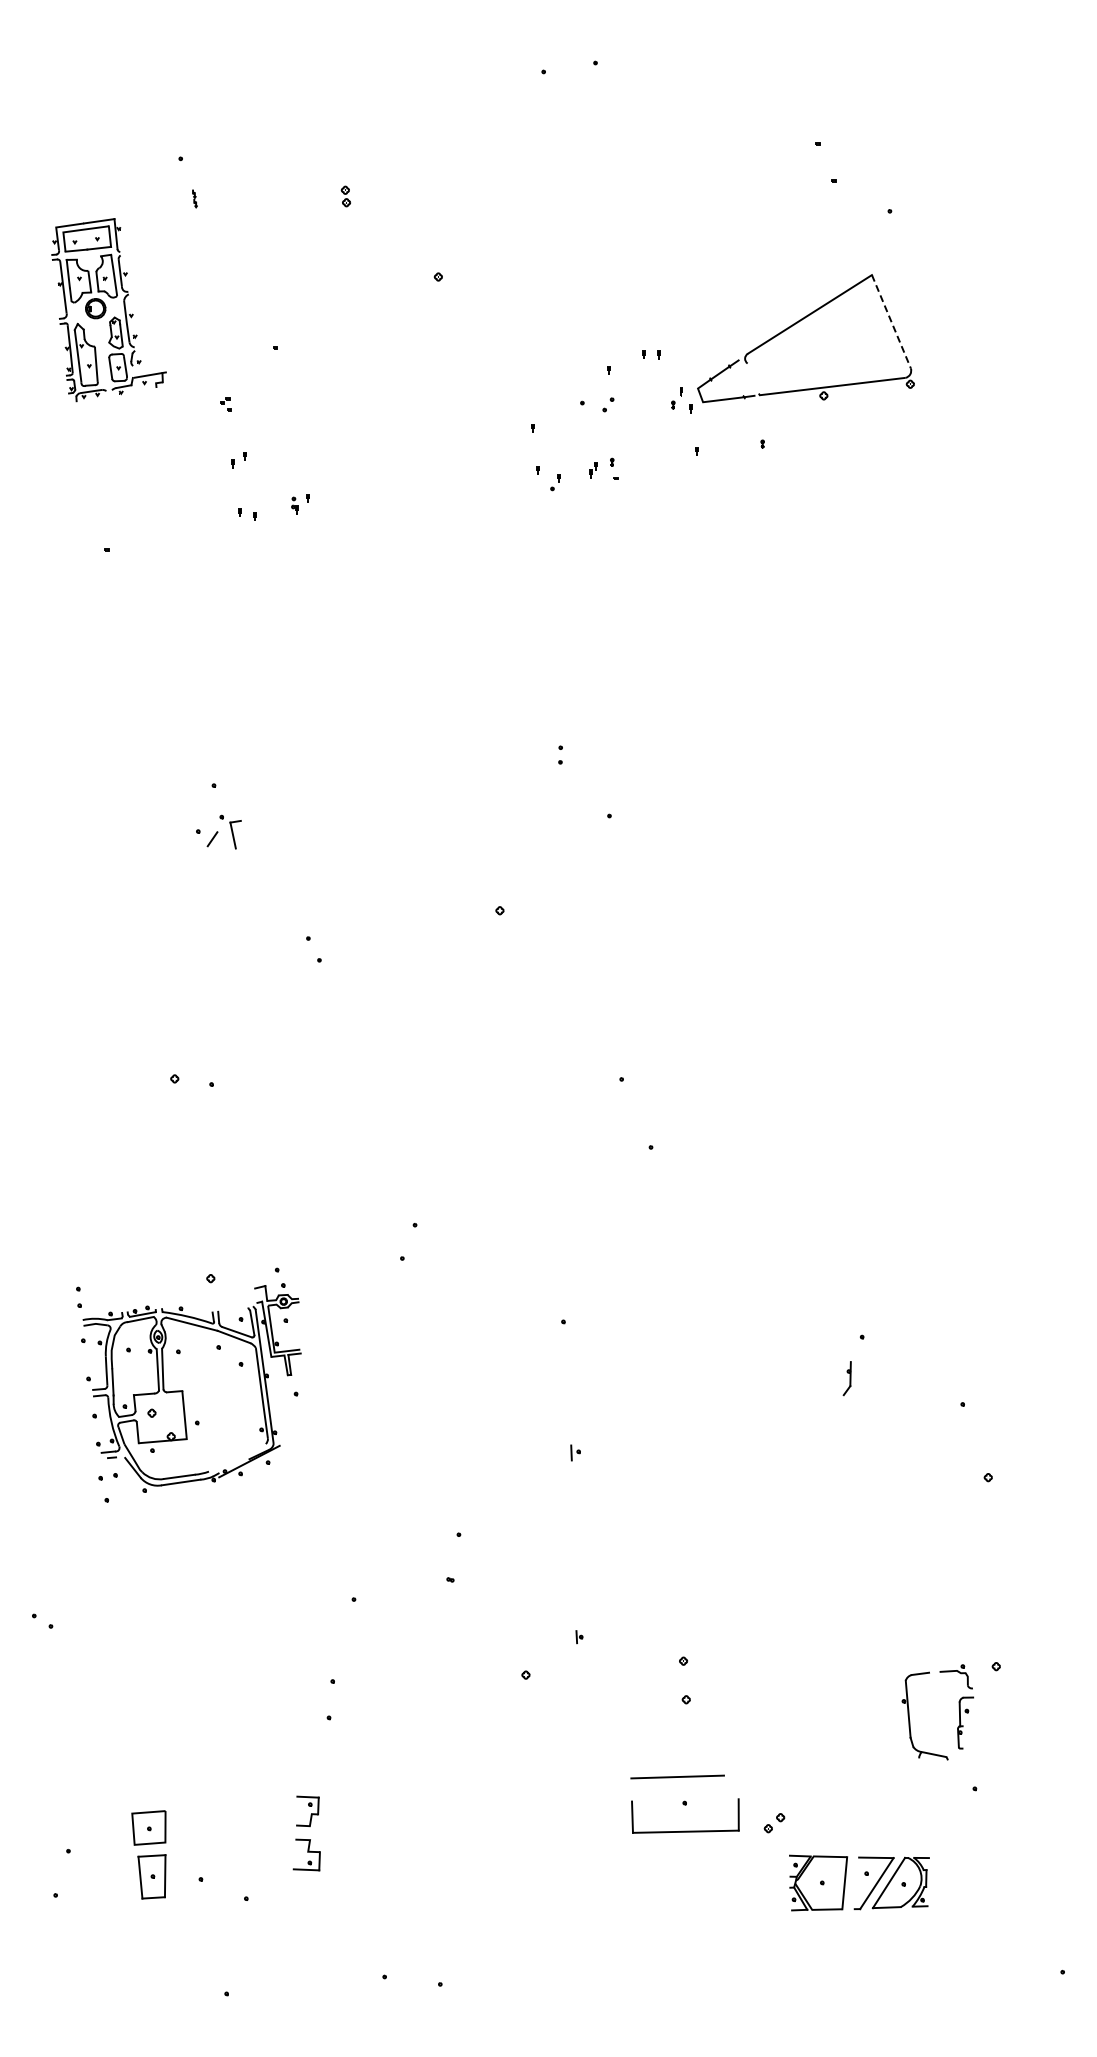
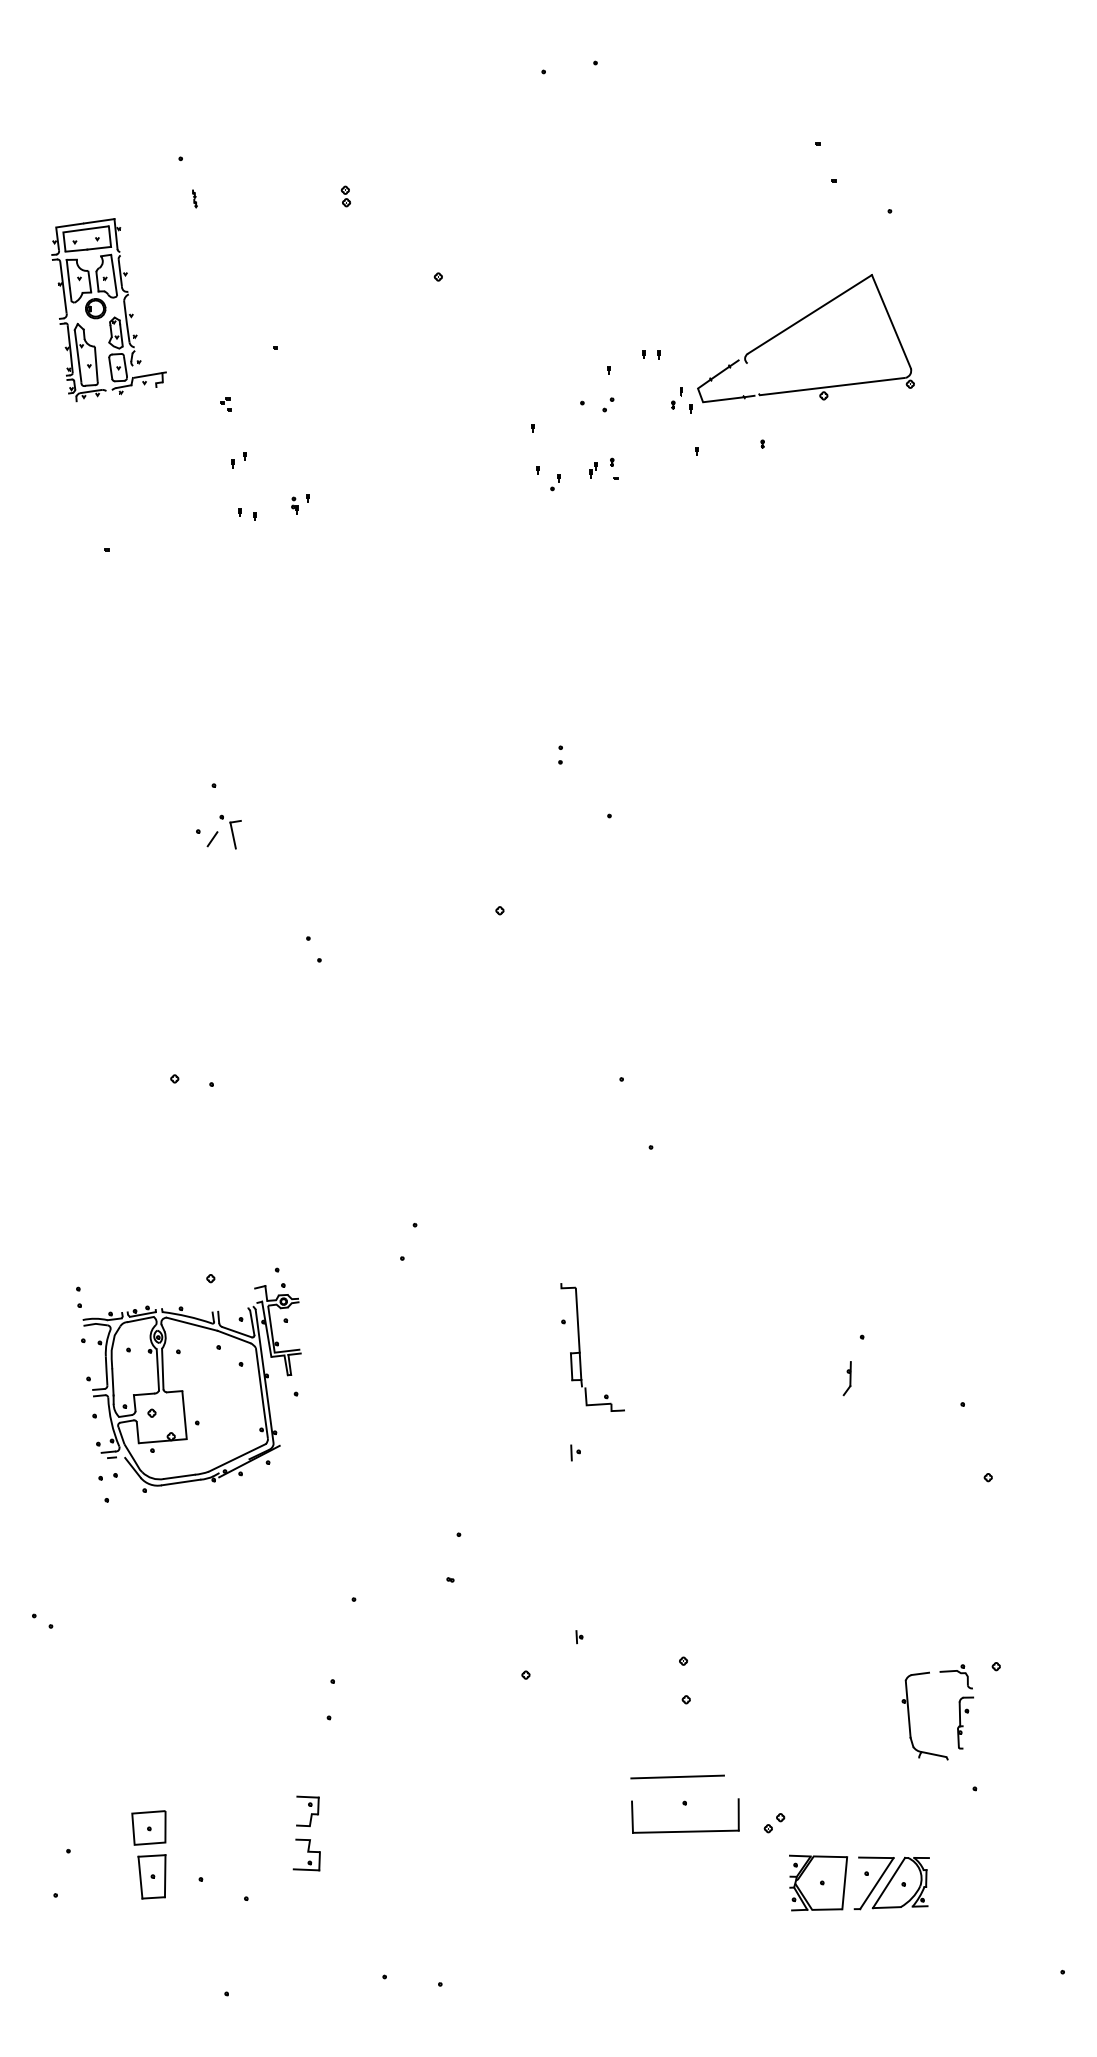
line at (891, 321): dashed -> solid
part at (580, 1347): none -> present
line at (236, 1457): none -> present
